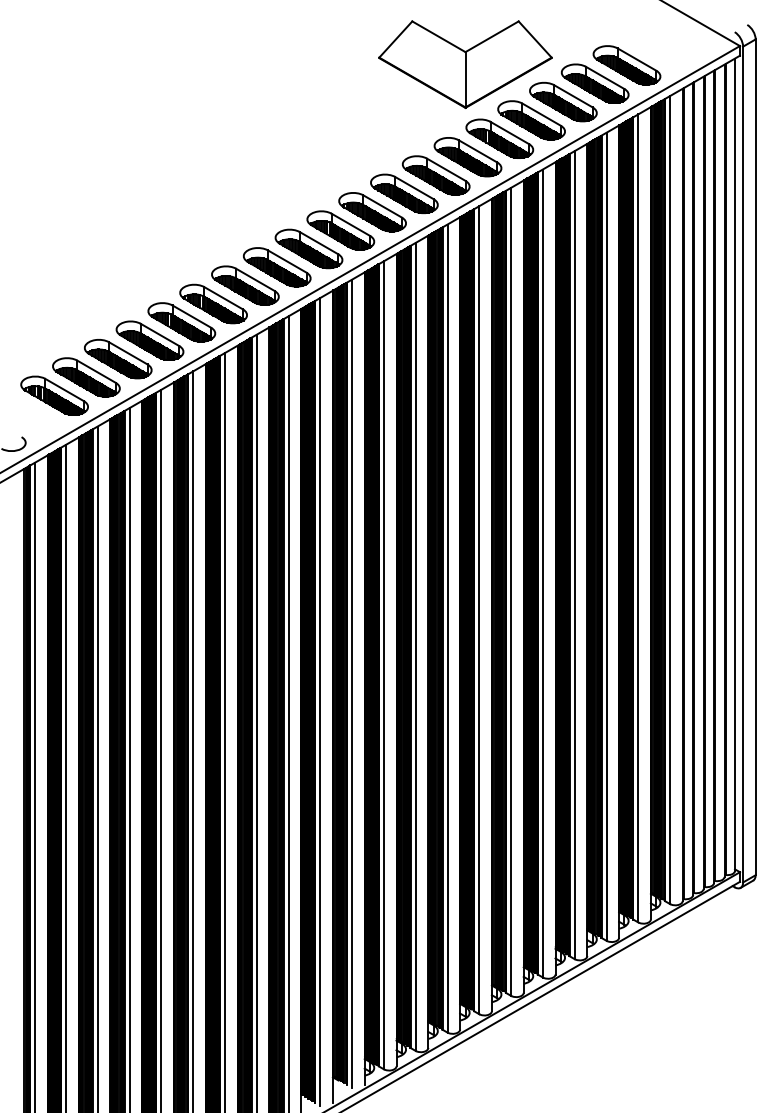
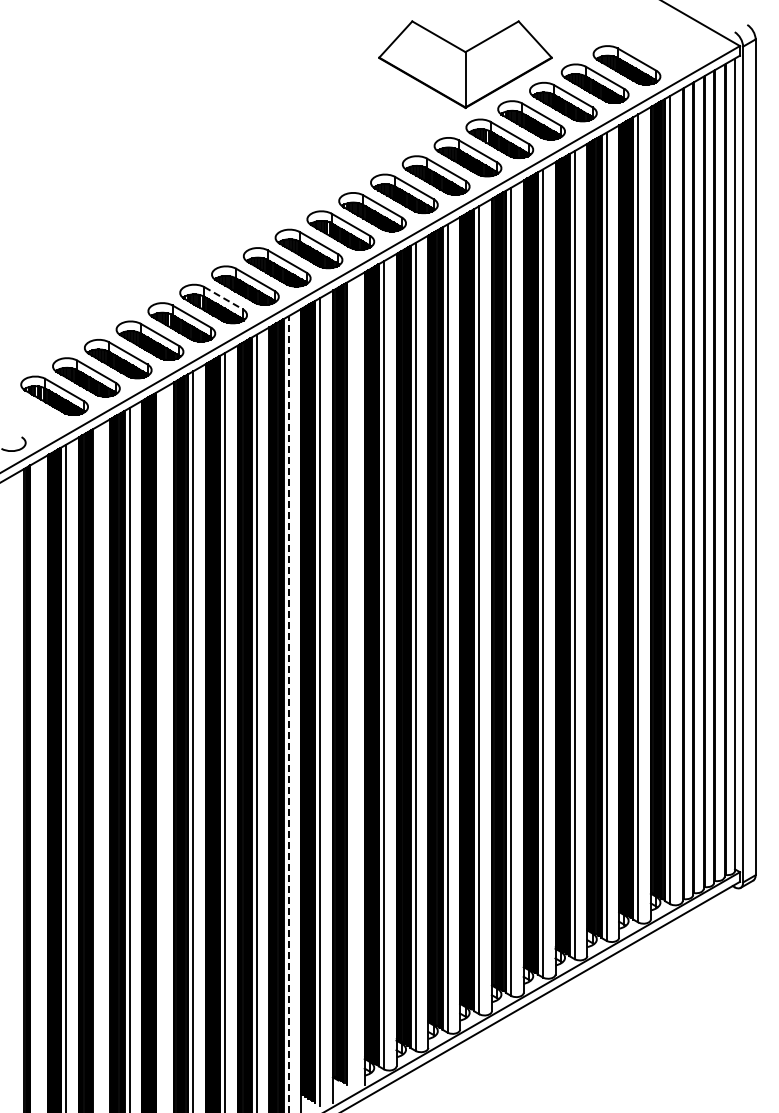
line at (224, 298): solid -> dashed
line at (352, 683): present -> none
line at (288, 713): solid -> dashed
line at (161, 749): present -> none
line at (97, 767): present -> none
line at (35, 785): present -> none
